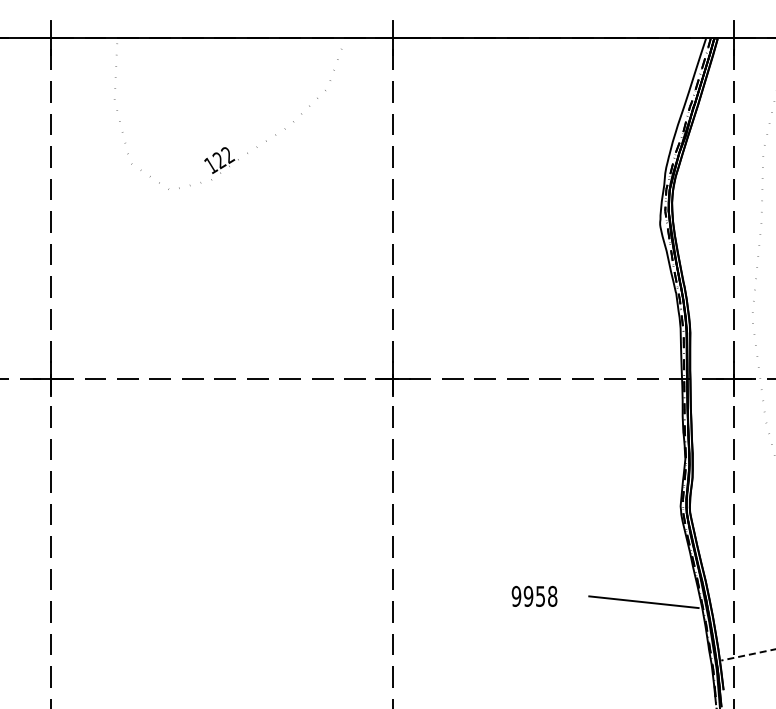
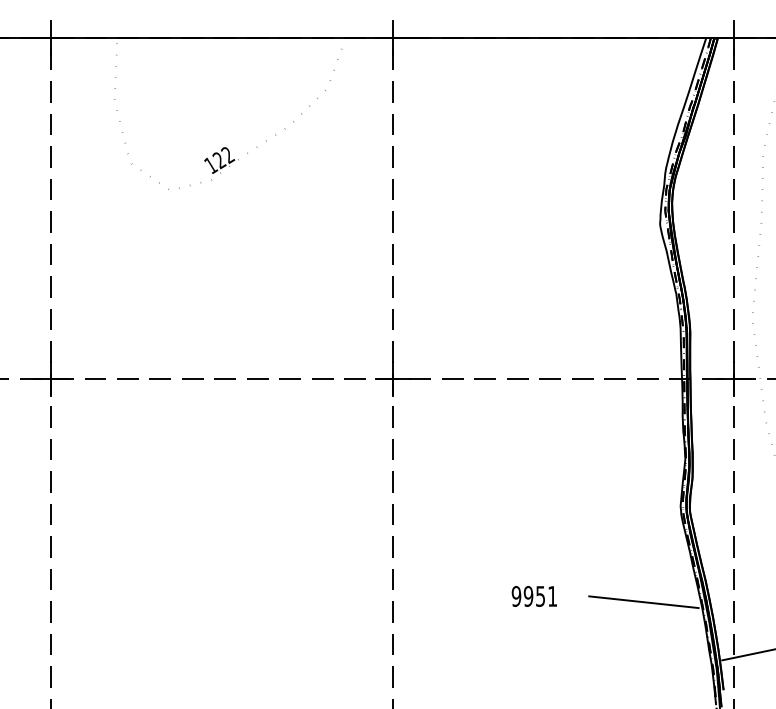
text at (552, 595): 9958 -> 9951
line at (748, 654): dashed -> solid
